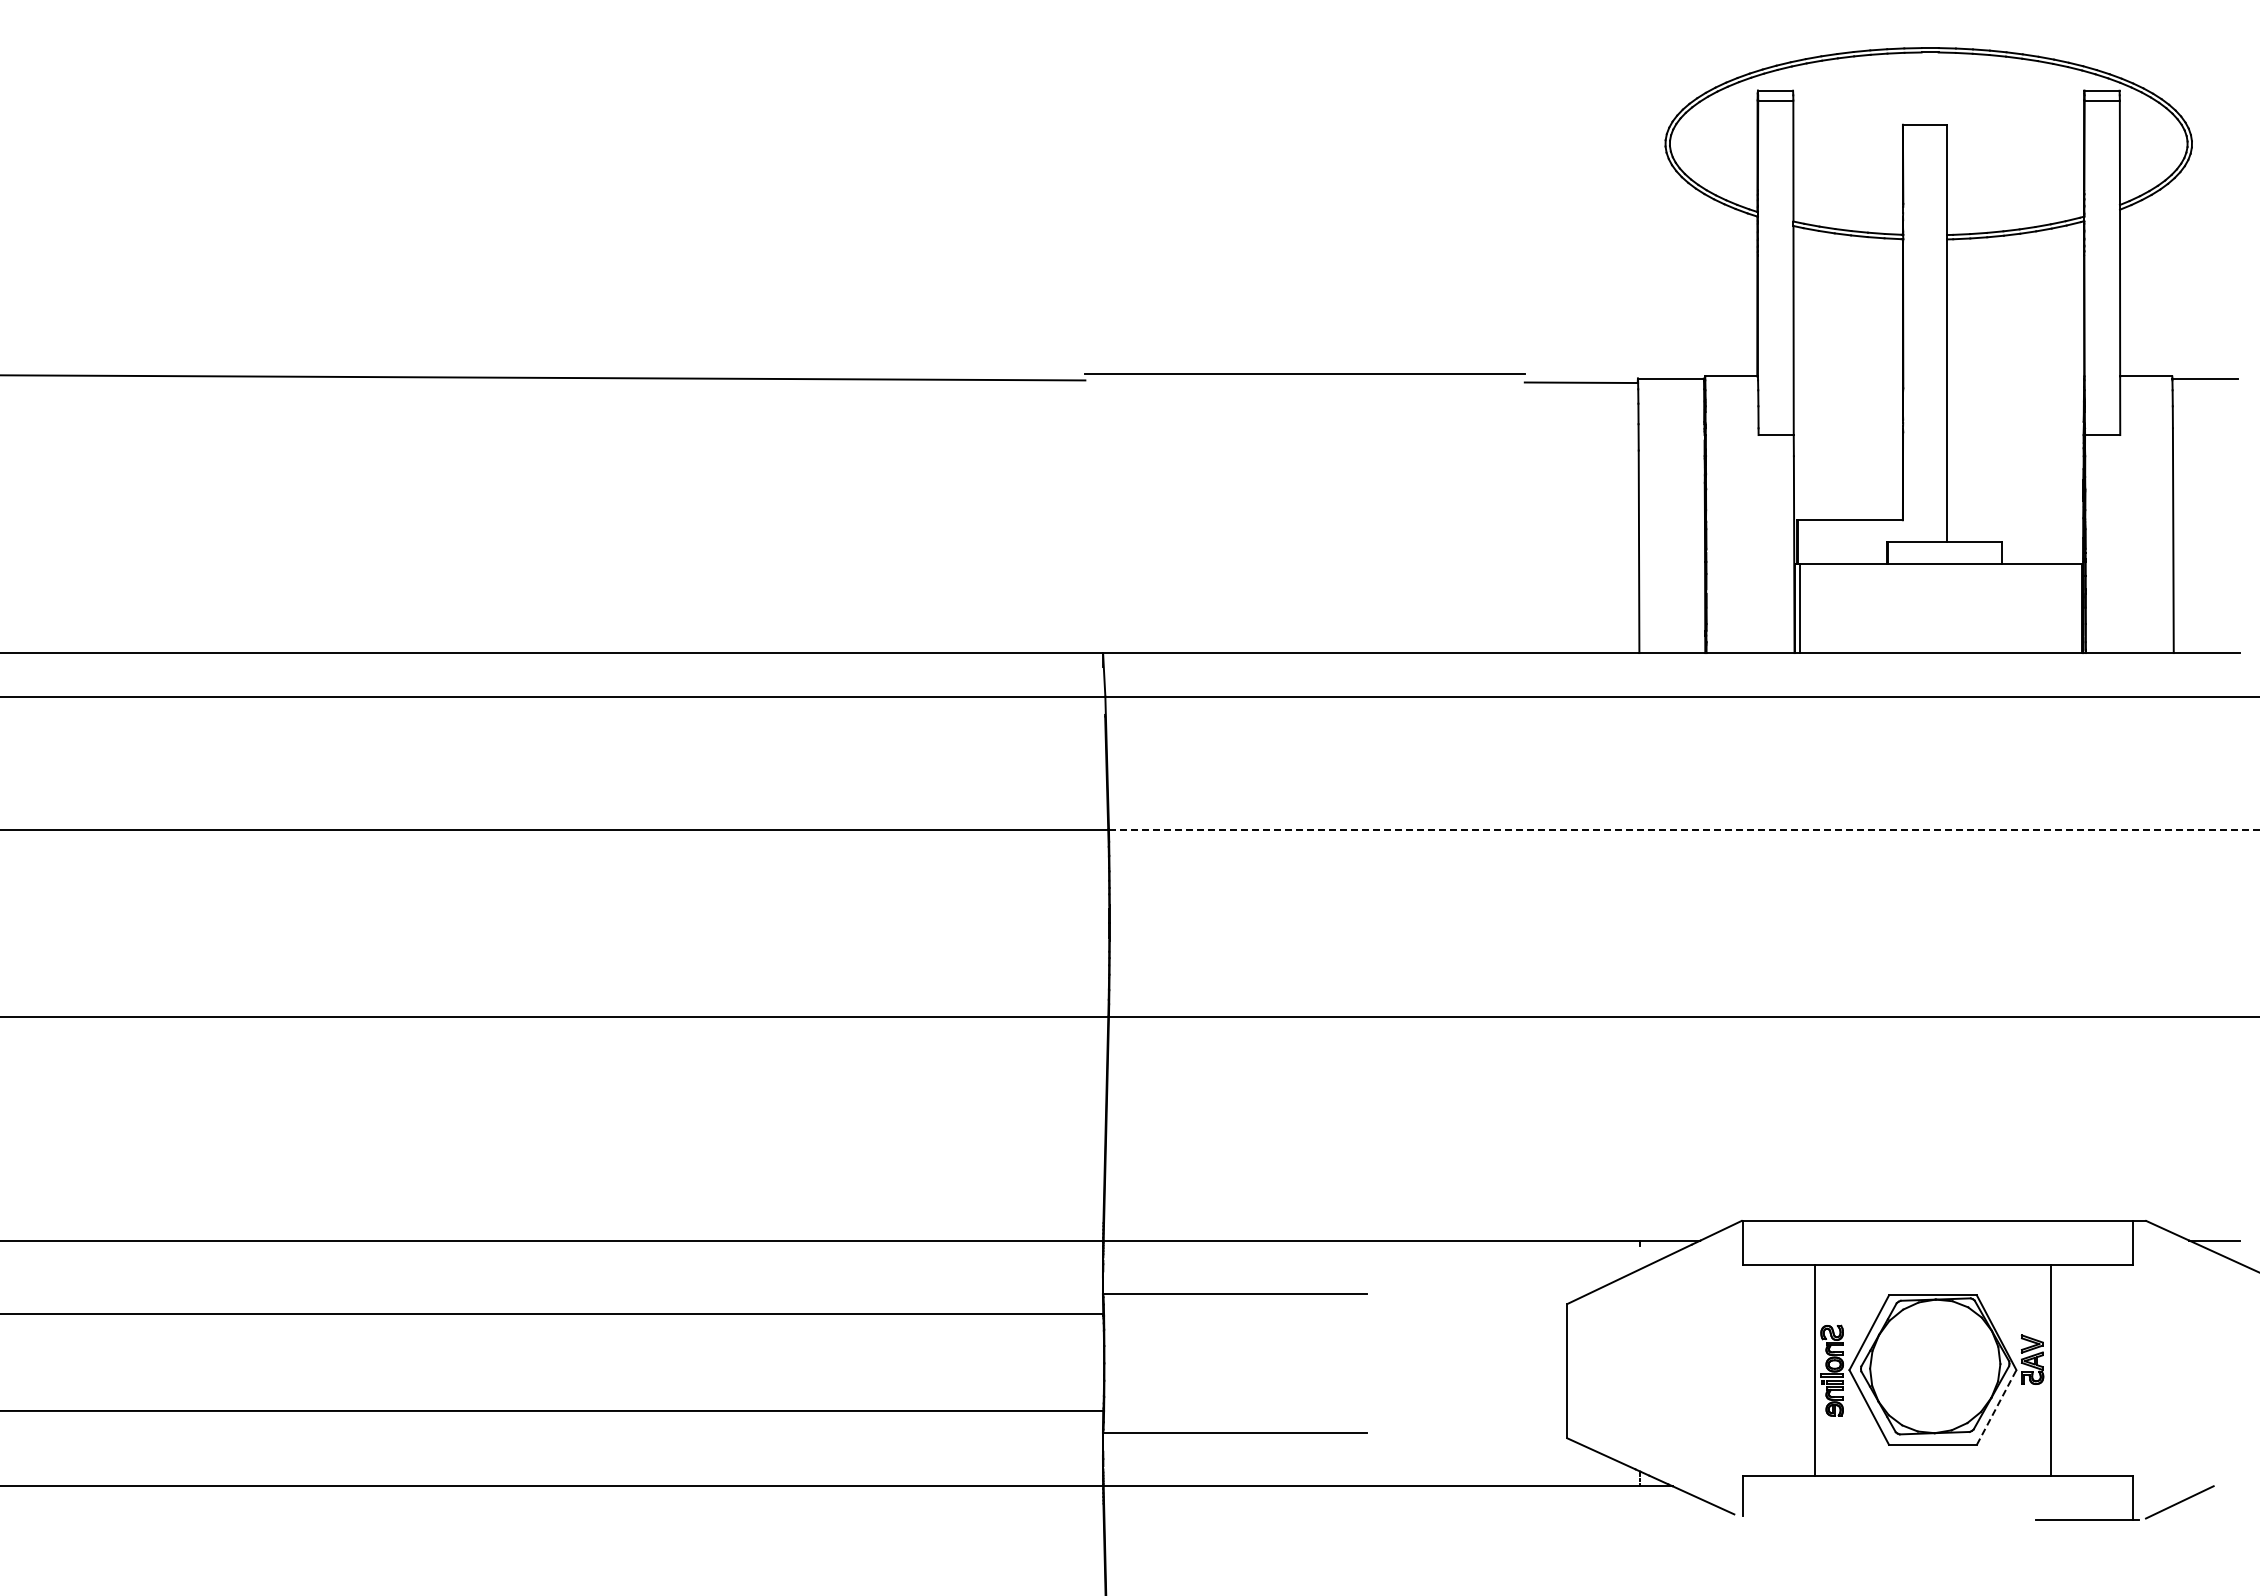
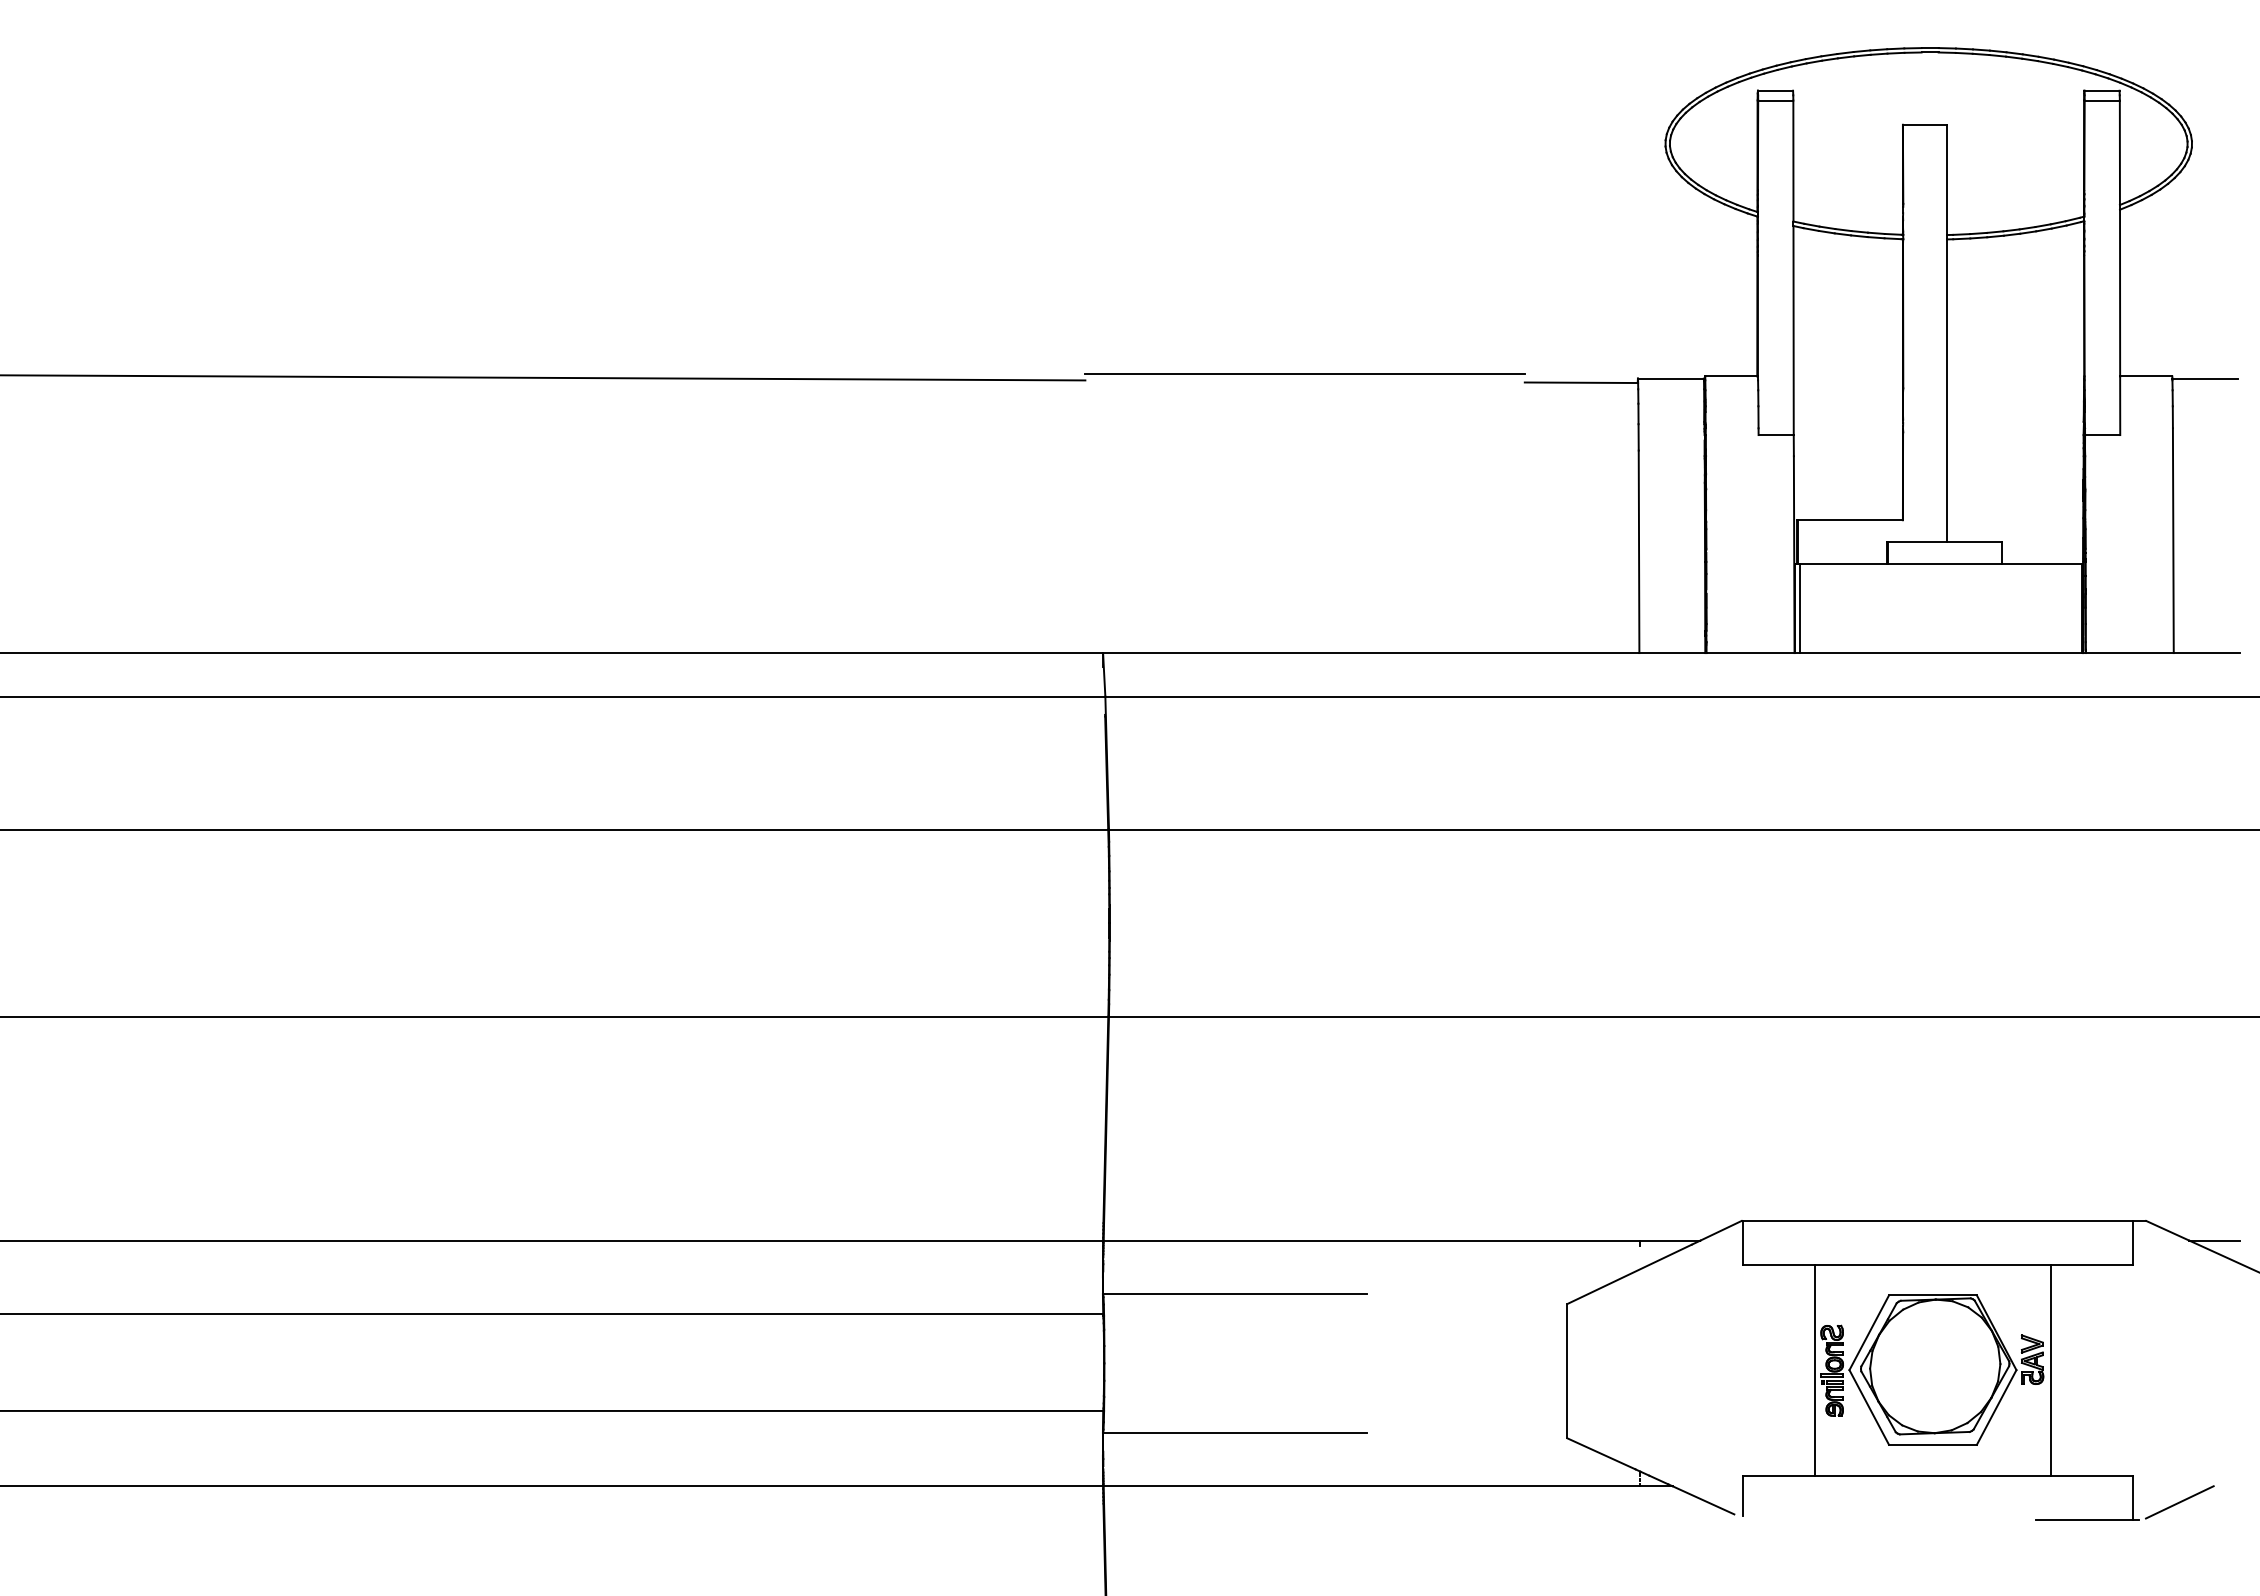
line at (1684, 829): dashed -> solid
line at (1996, 1407): dashed -> solid
